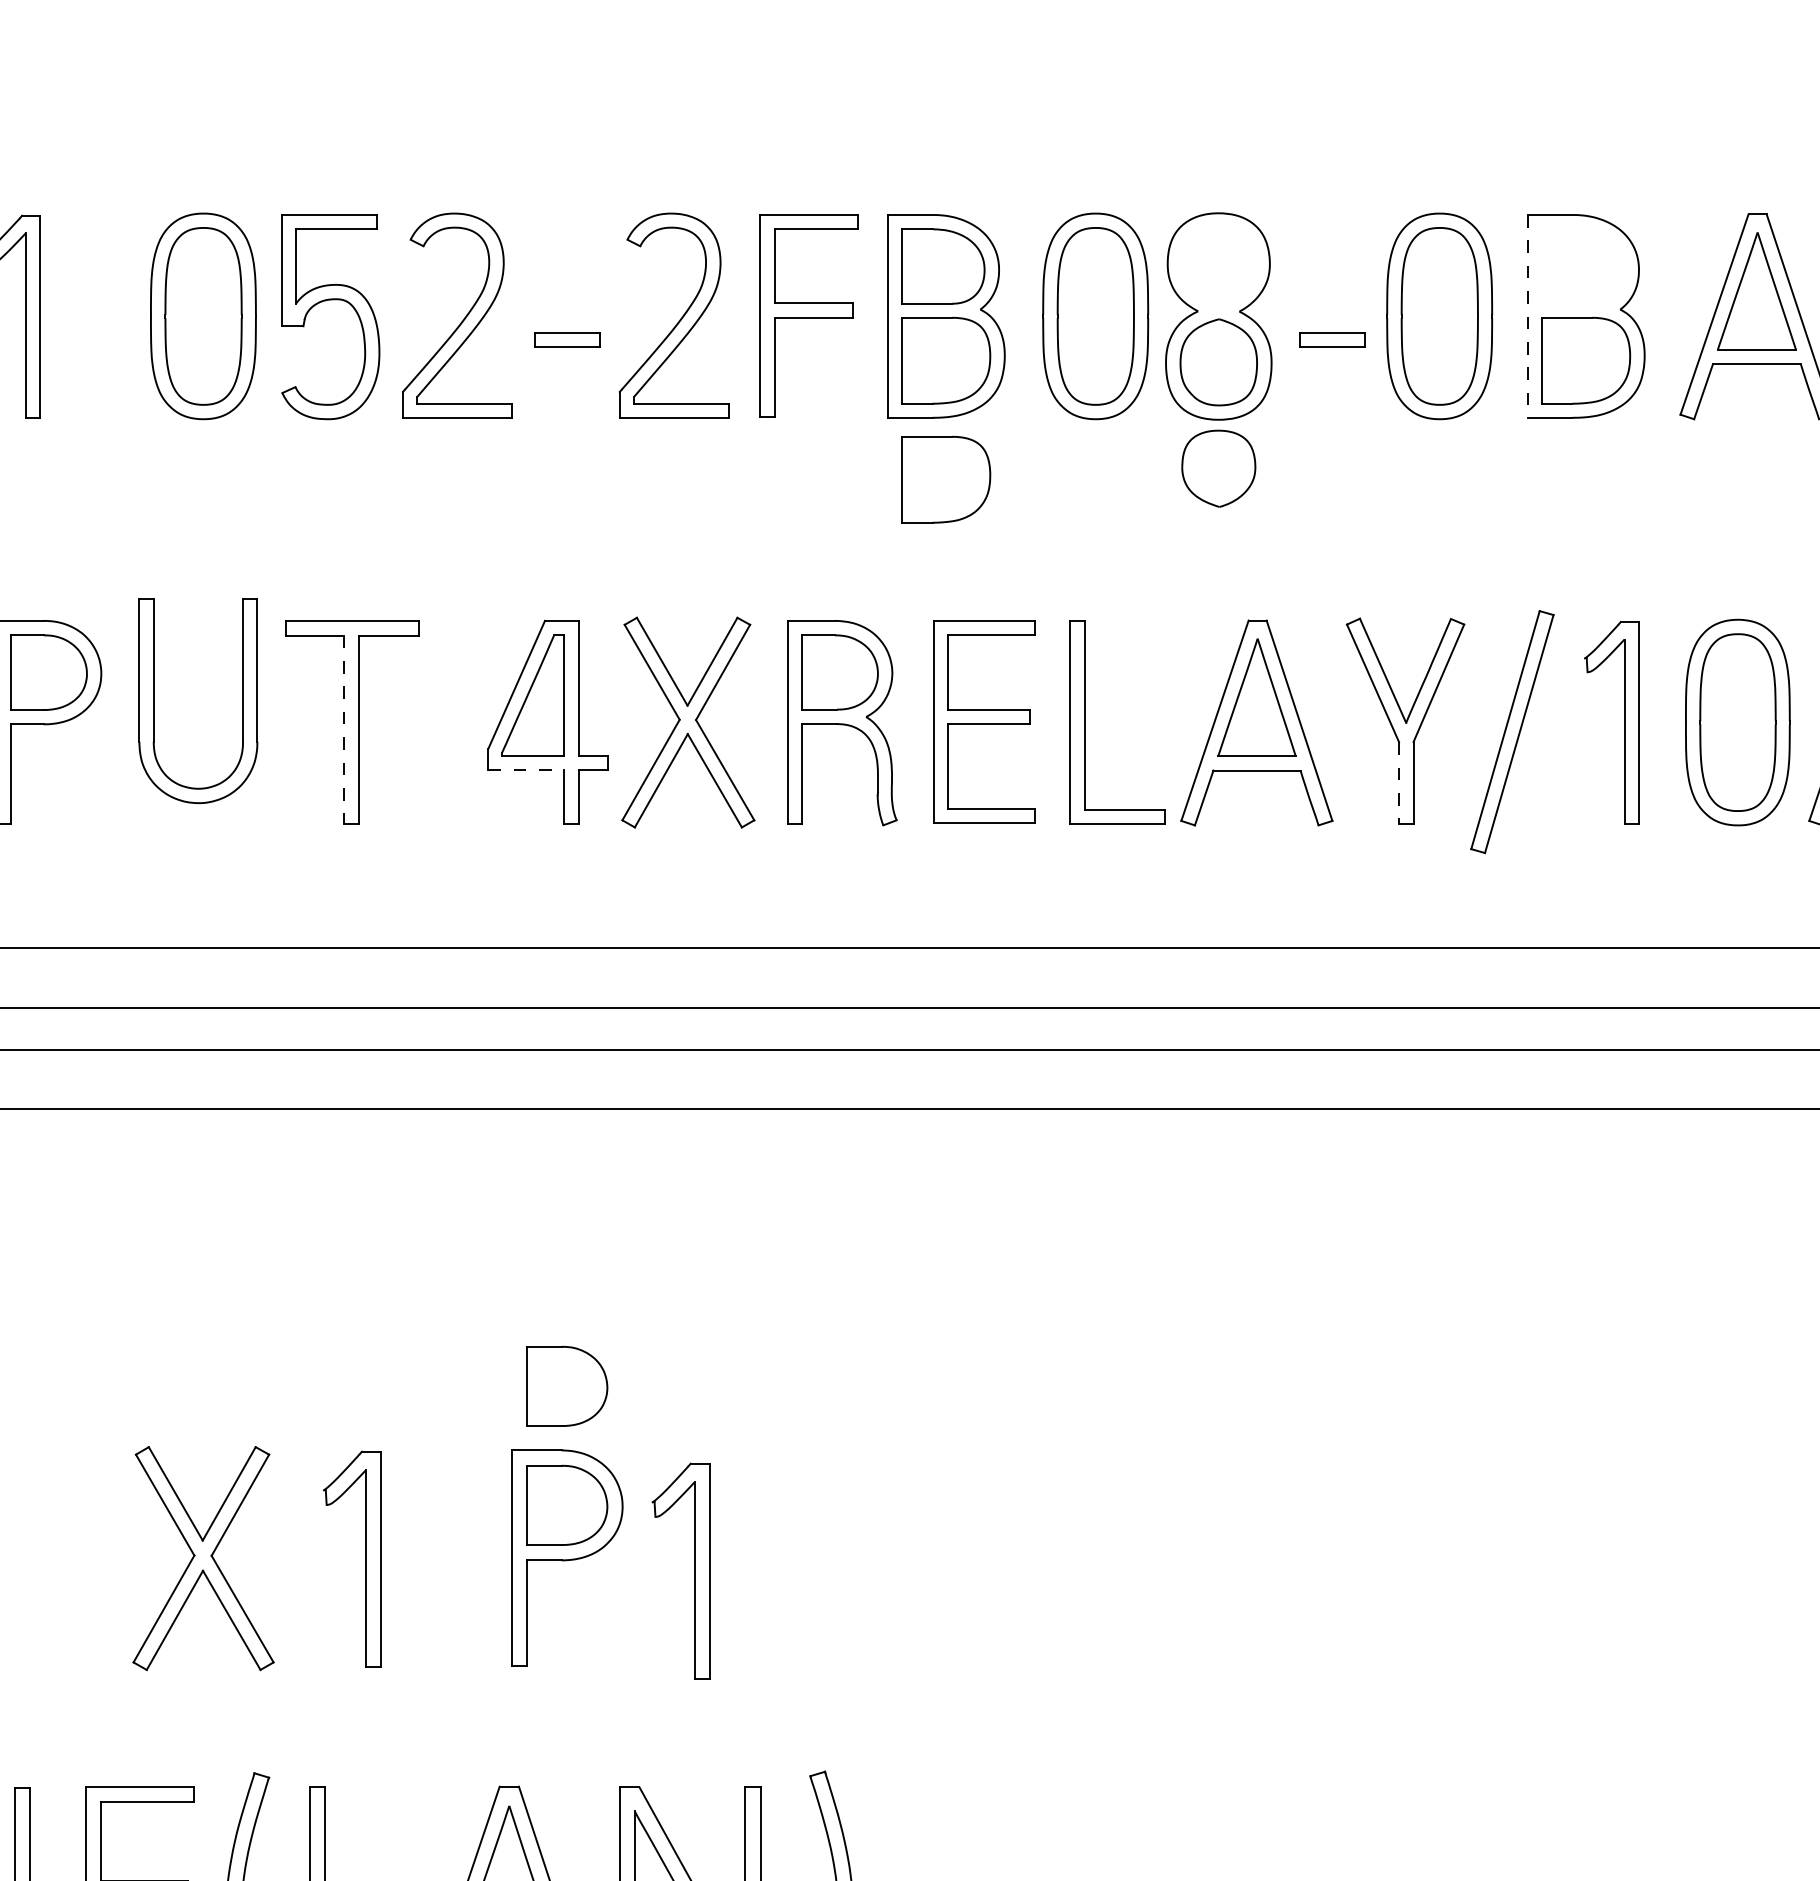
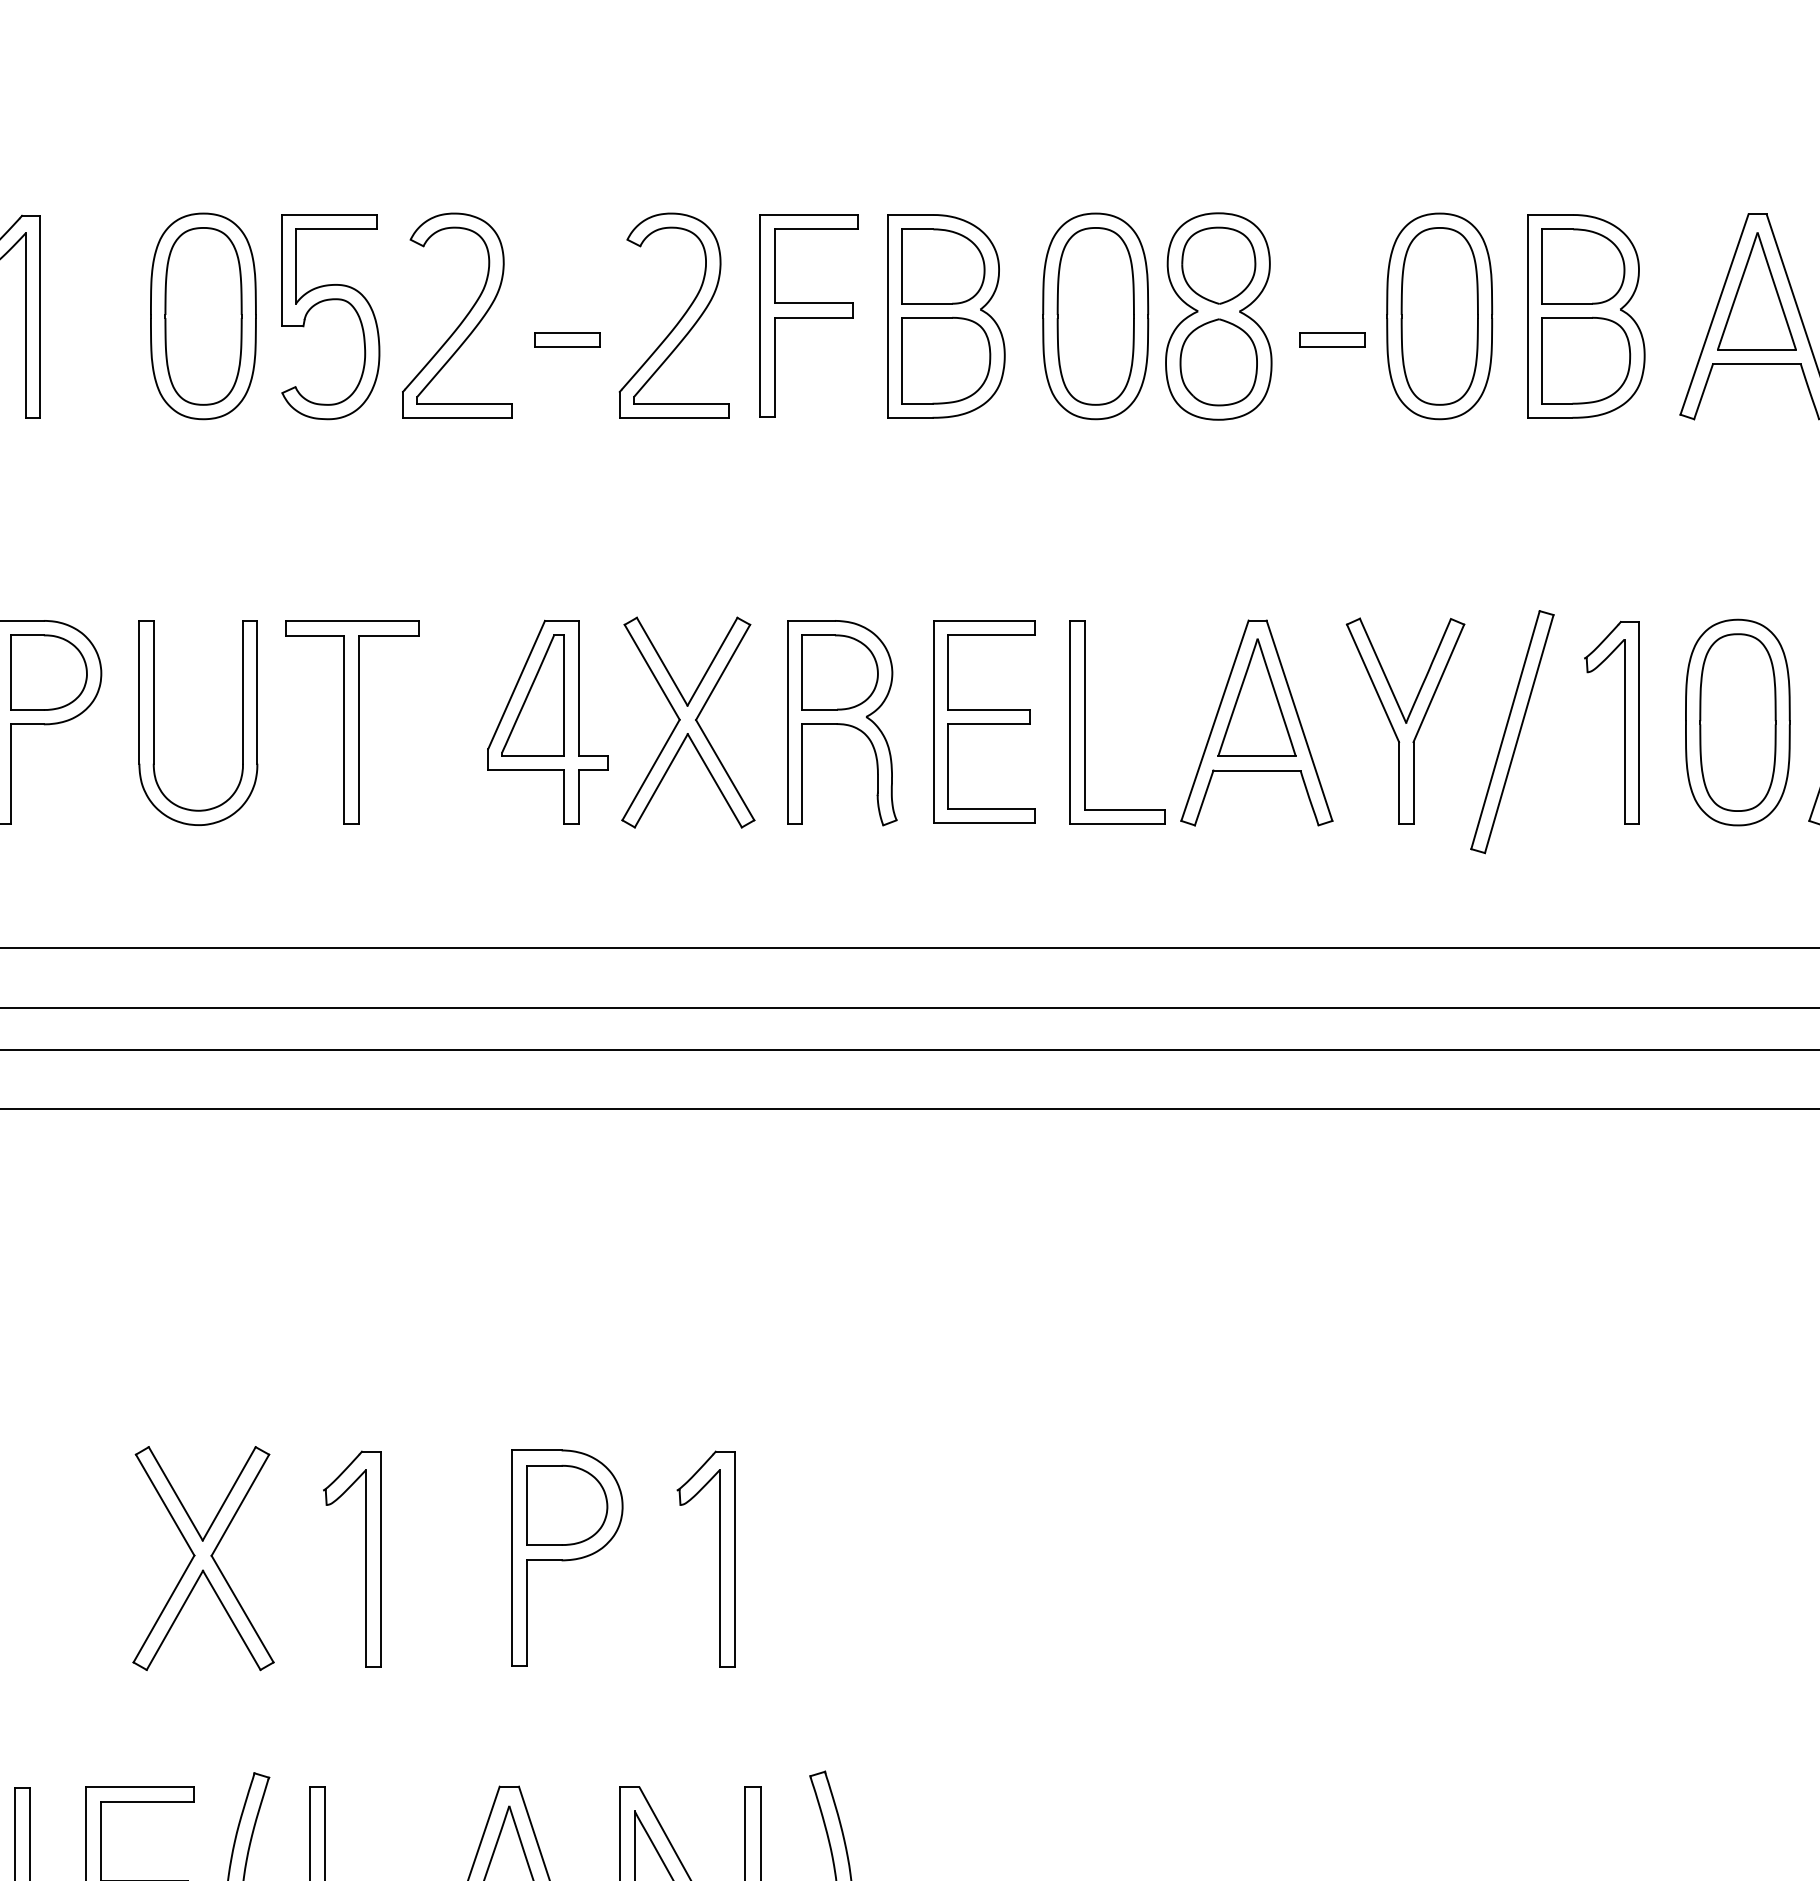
part at (1583, 266): none -> present
line at (1527, 316): dashed -> solid
part at (1218, 468) position: (1218, 468) -> (1218, 265)
part at (946, 479): present -> none
part at (154, 700) position: (154, 700) -> (154, 722)
line at (344, 730): dashed -> solid
line at (526, 770): dashed -> solid
line at (1399, 783): dashed -> solid
part at (567, 1385): present -> none
part at (694, 1570) position: (694, 1570) -> (719, 1558)
